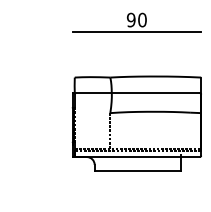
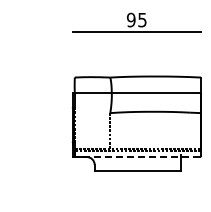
text at (142, 19): 90 -> 95
line at (137, 157): solid -> dashed
